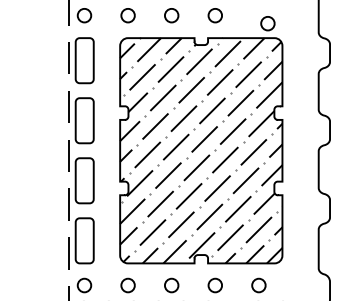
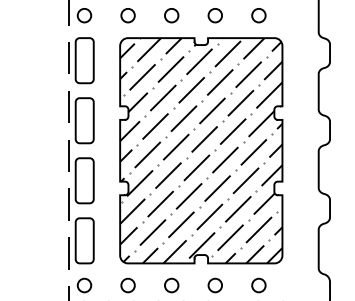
part at (267, 23) position: (267, 23) -> (258, 15)
